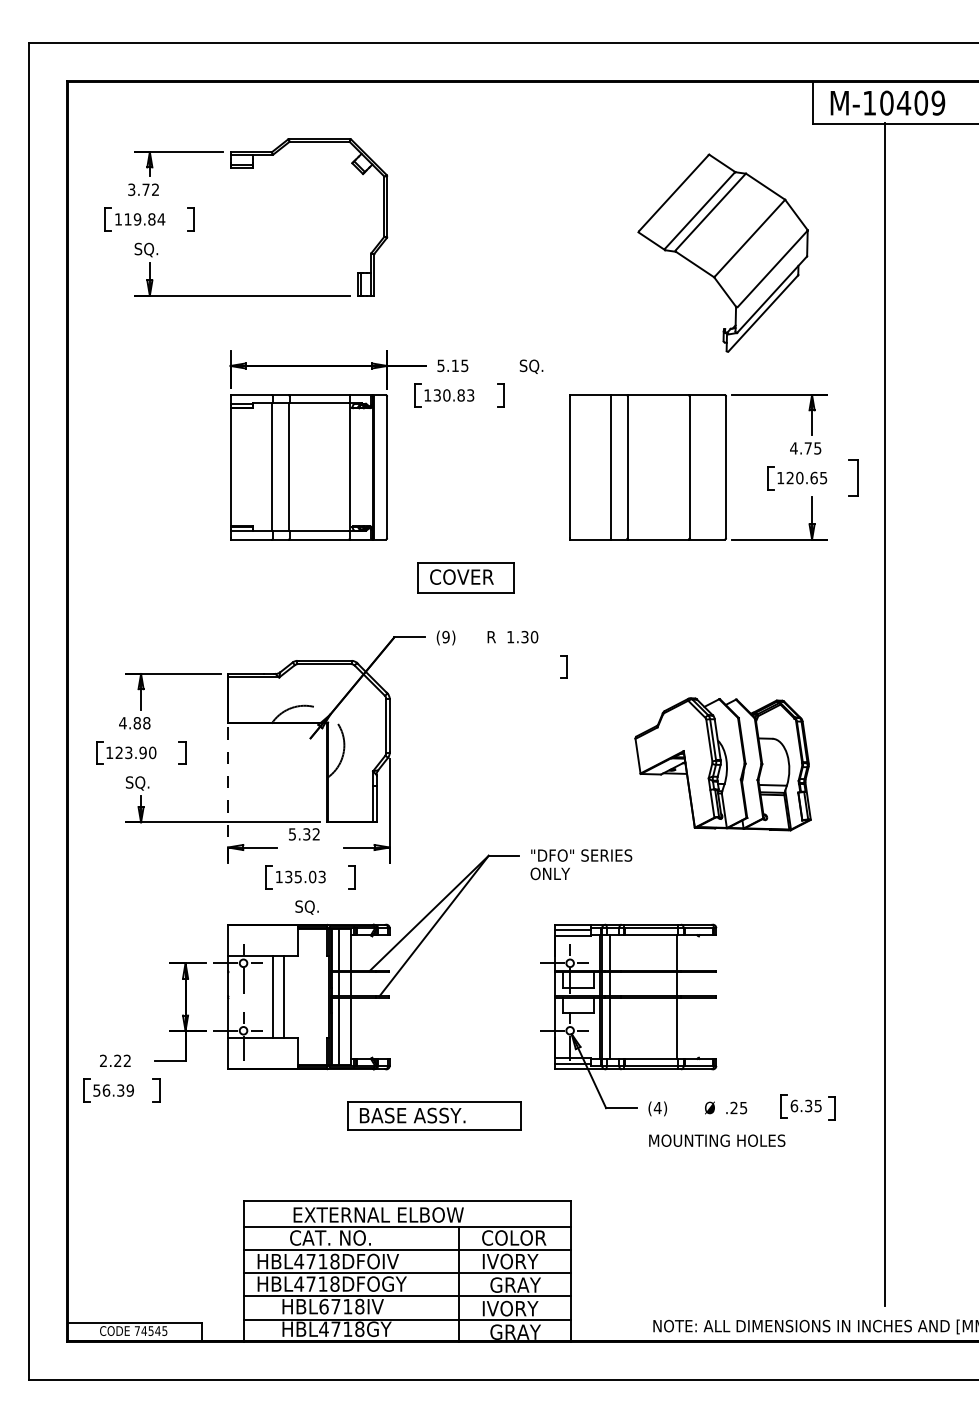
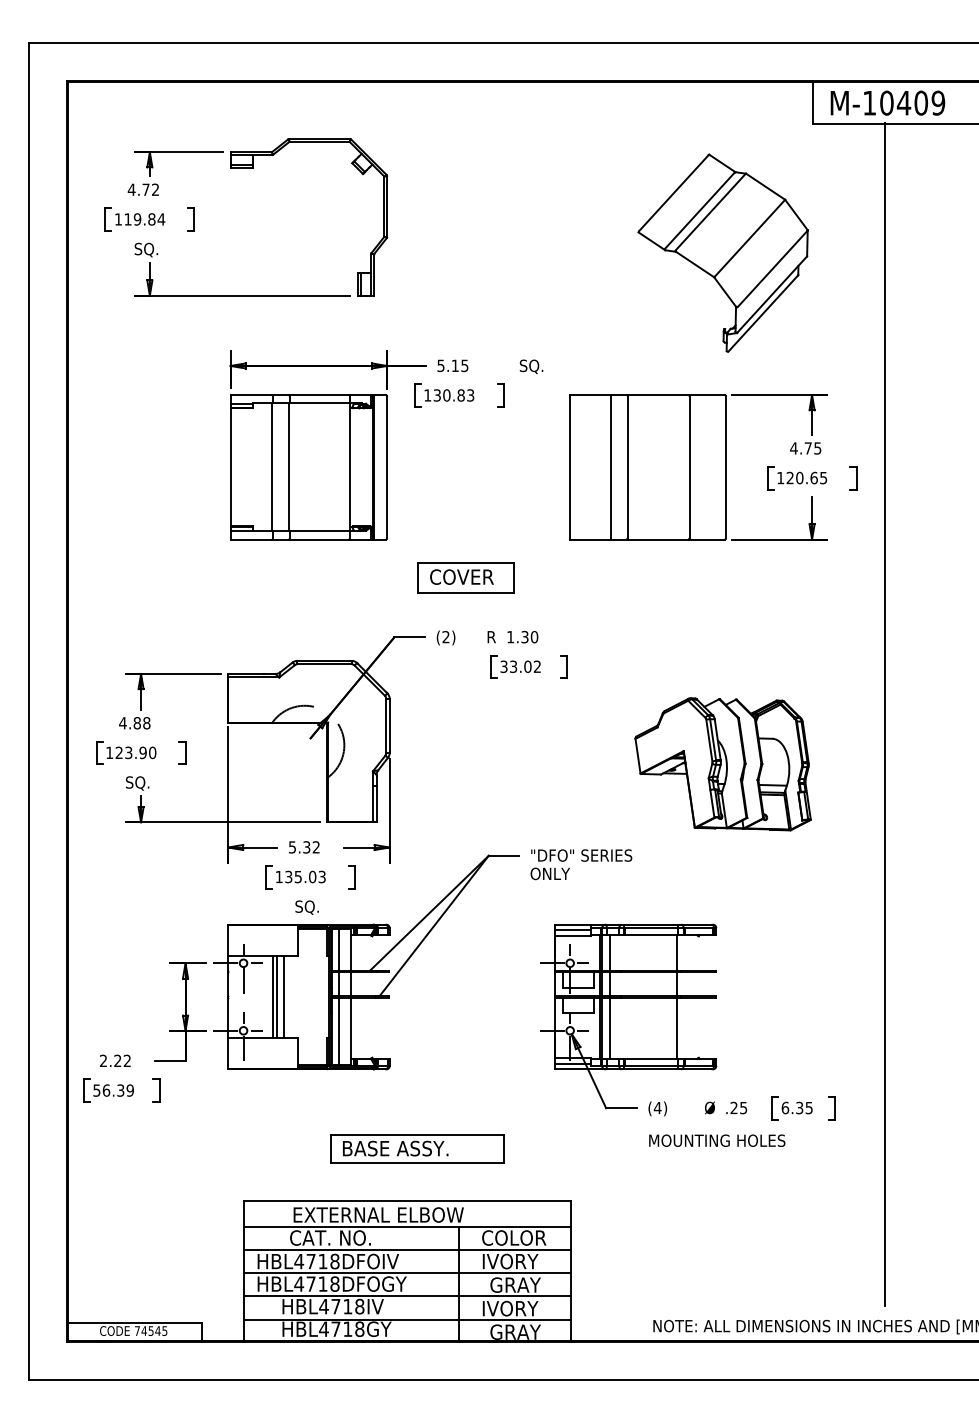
text at (131, 189): 3.72 -> 4.72
part at (853, 477) size: 11x38 px -> 9x25 px
text at (445, 637): (9) -> (2)
part at (515, 666): none -> present
line at (228, 795): dashed -> solid
text at (304, 834) position: (304, 834) -> (304, 847)
line at (276, 996): none -> present
part at (800, 1106) position: (800, 1106) -> (791, 1108)
part at (434, 1115) position: (434, 1115) -> (417, 1148)
text at (323, 1306): HBL6718IV -> HBL4718IV
